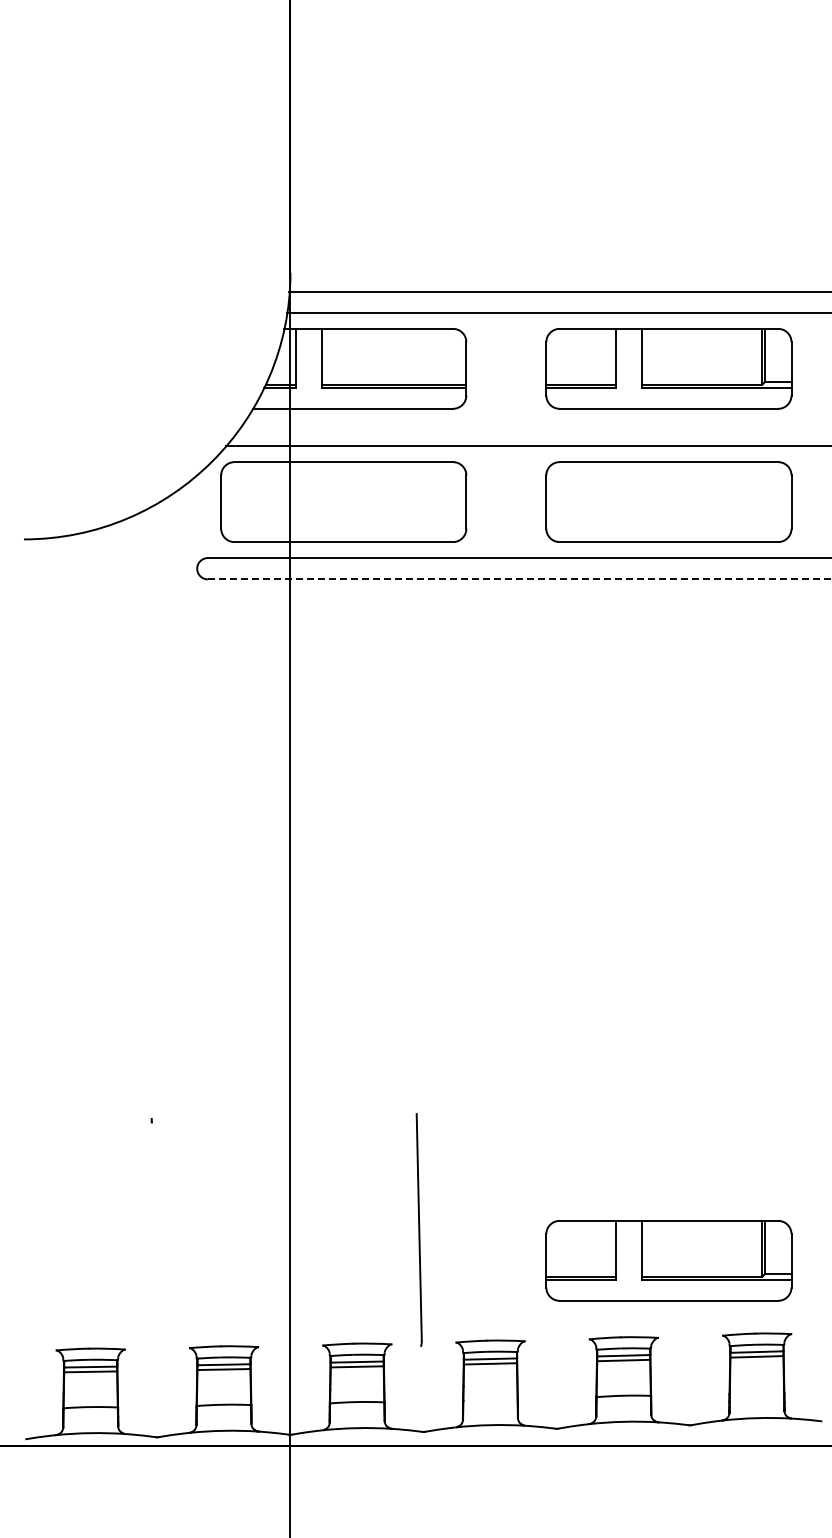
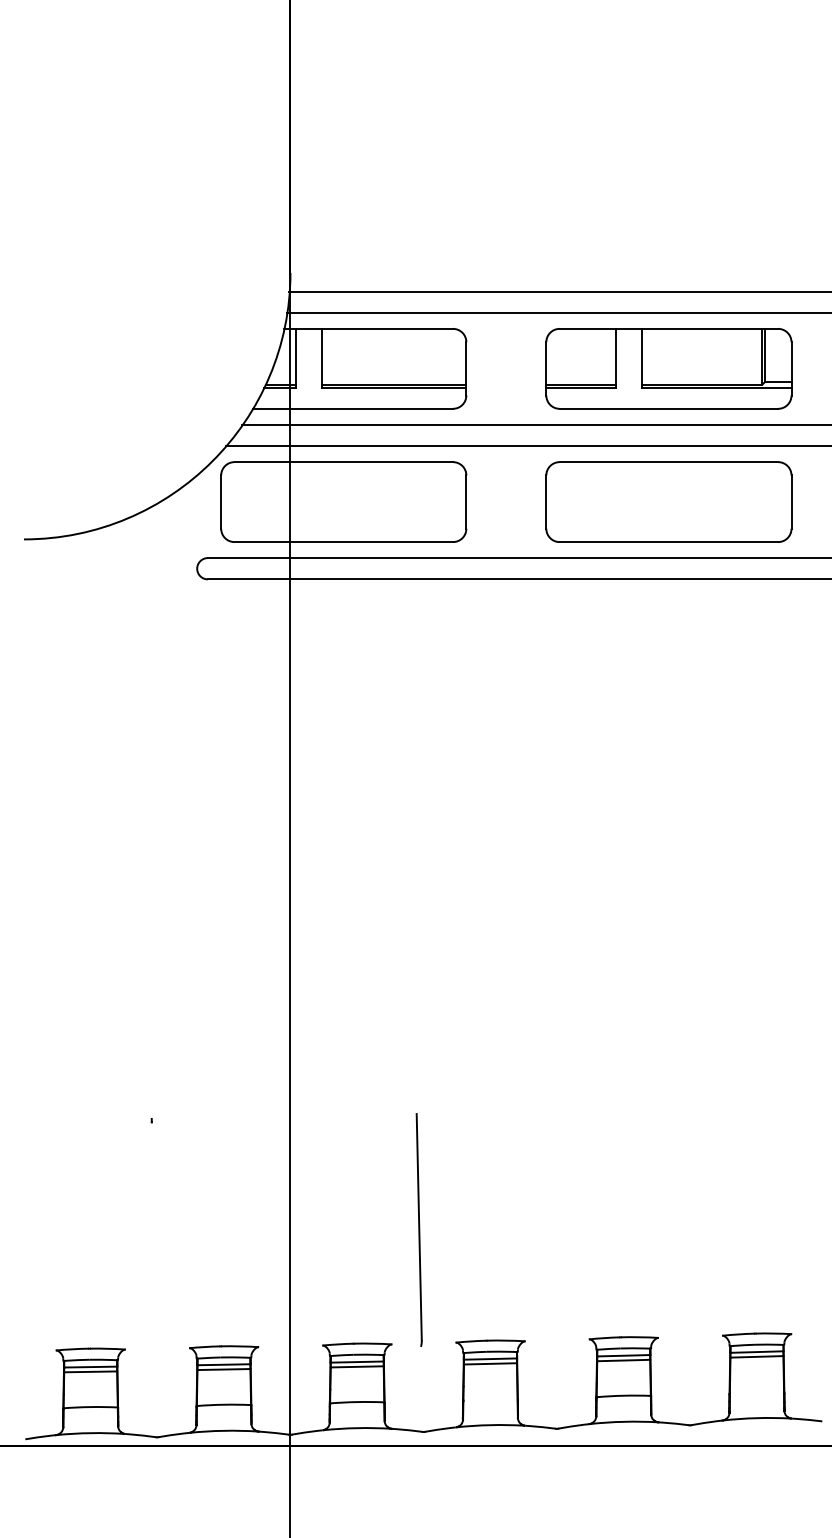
line at (535, 424): none -> present
line at (519, 579): dashed -> solid
part at (668, 1260): present -> none
